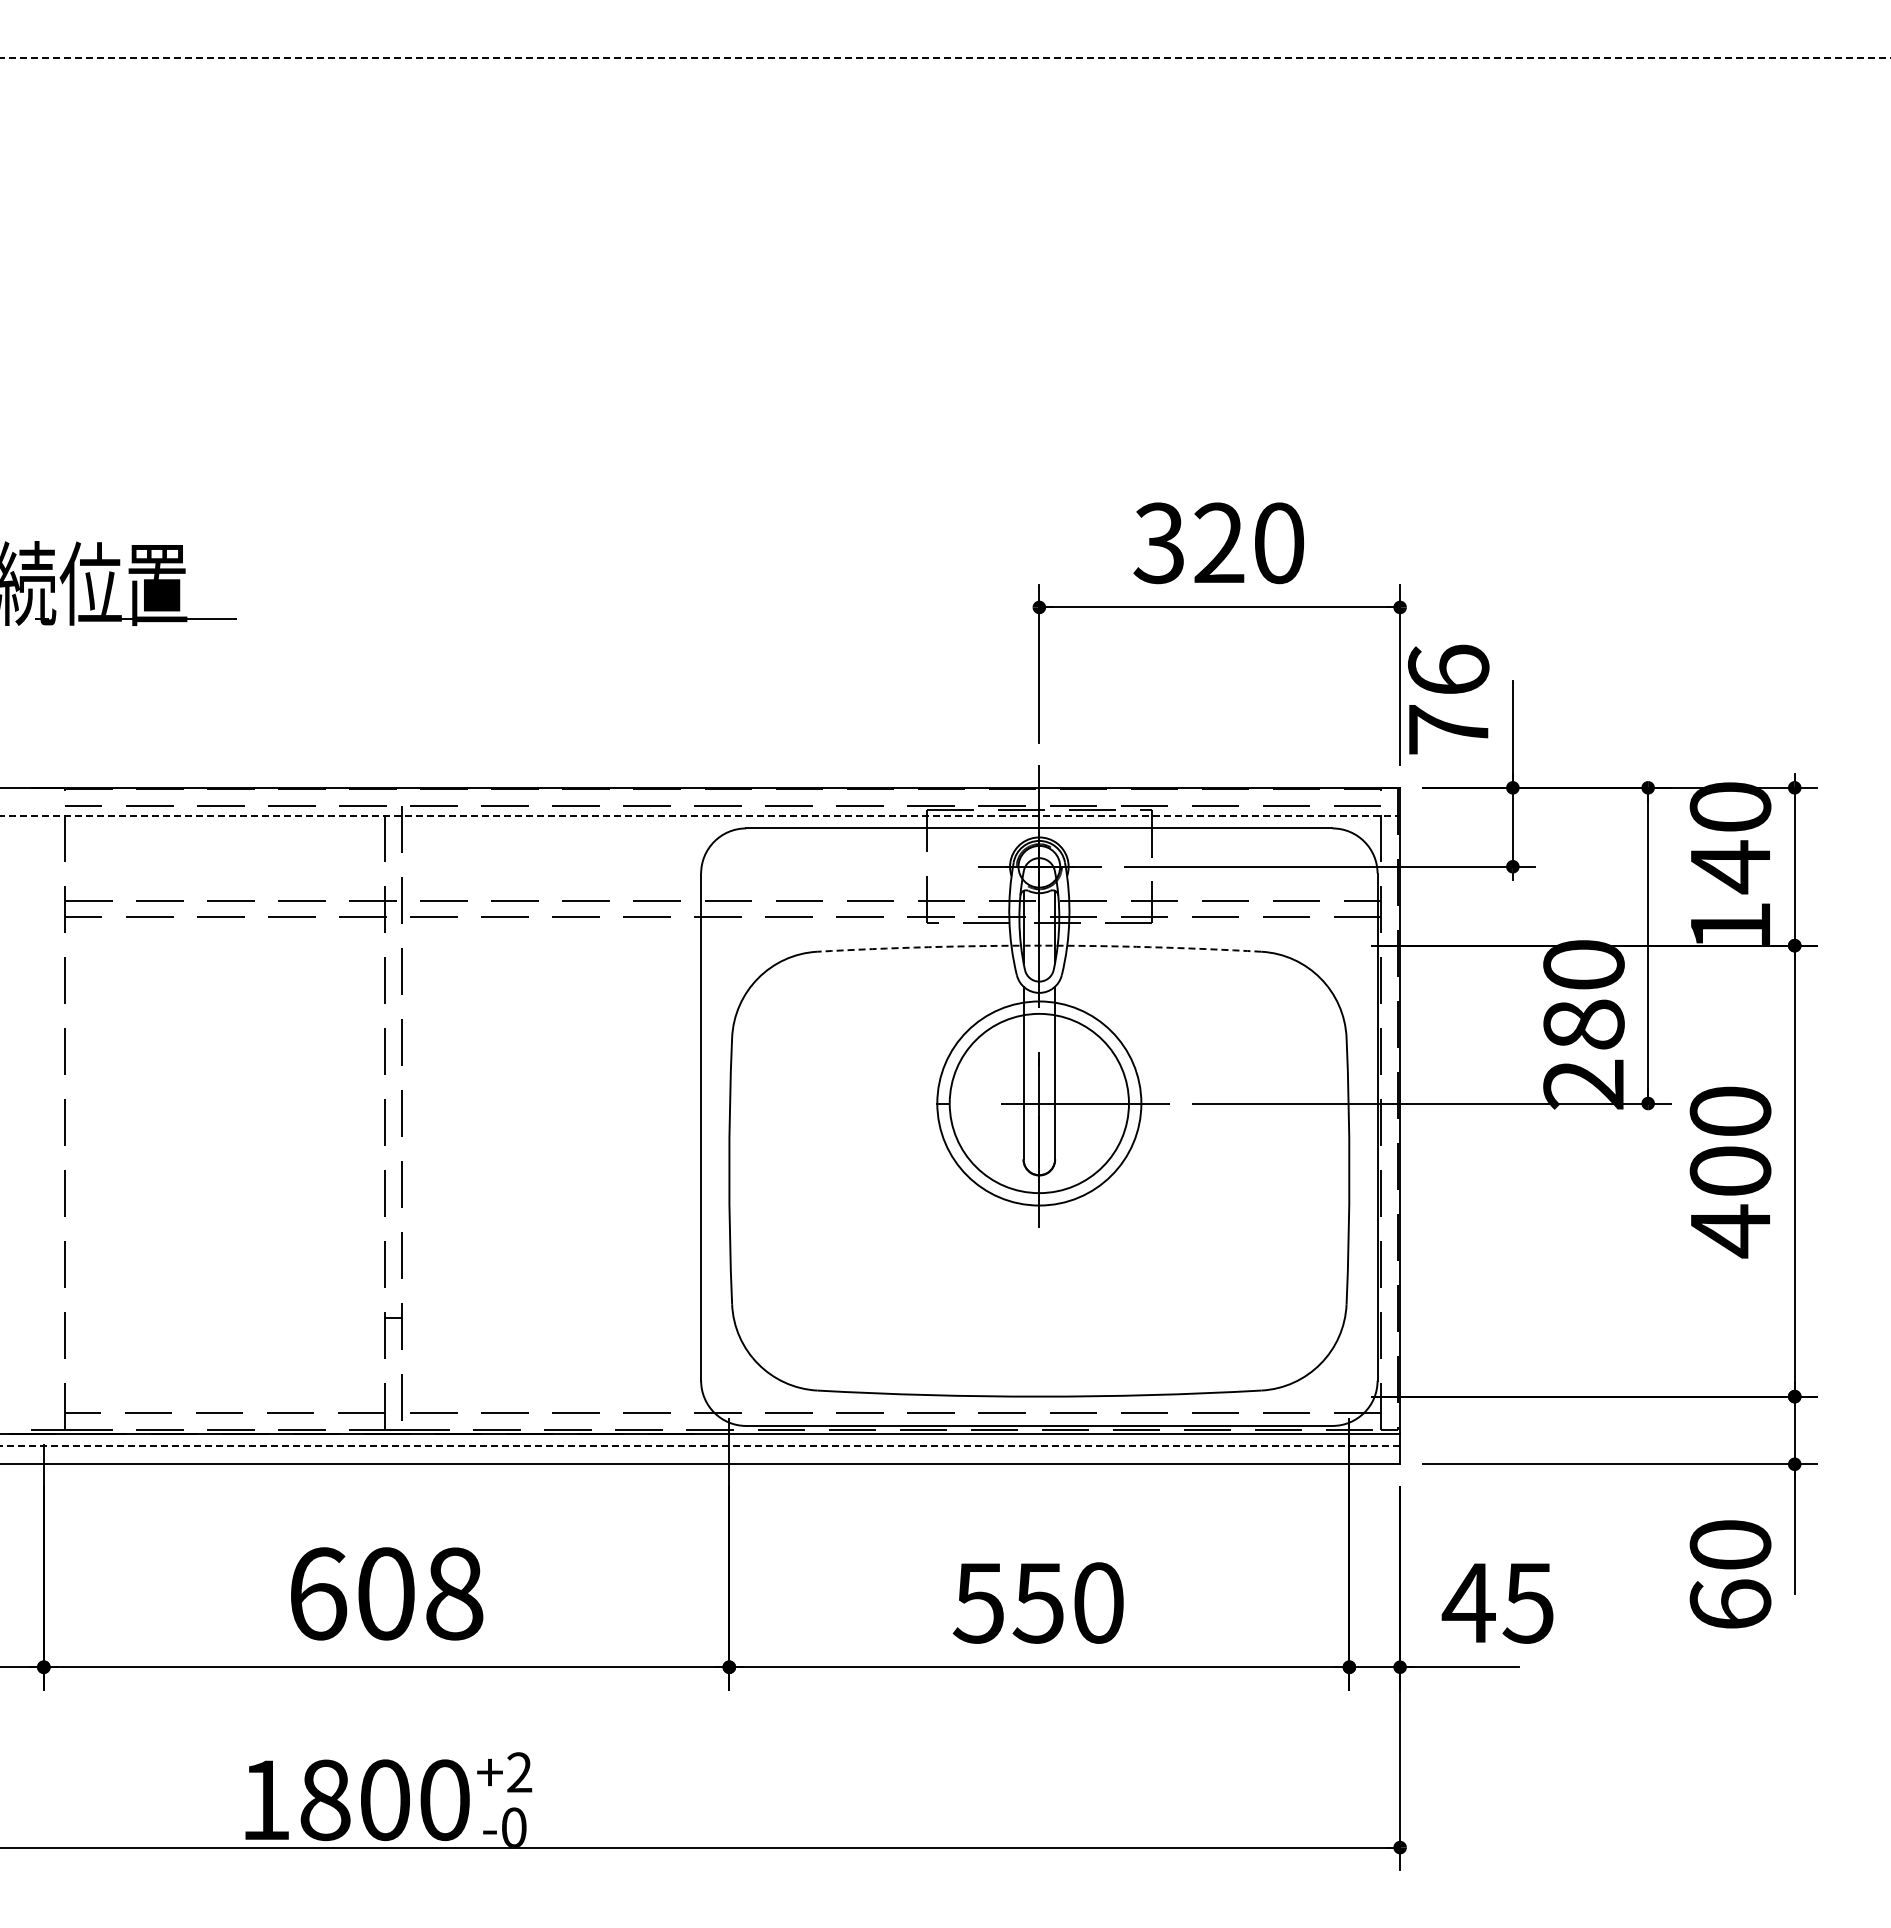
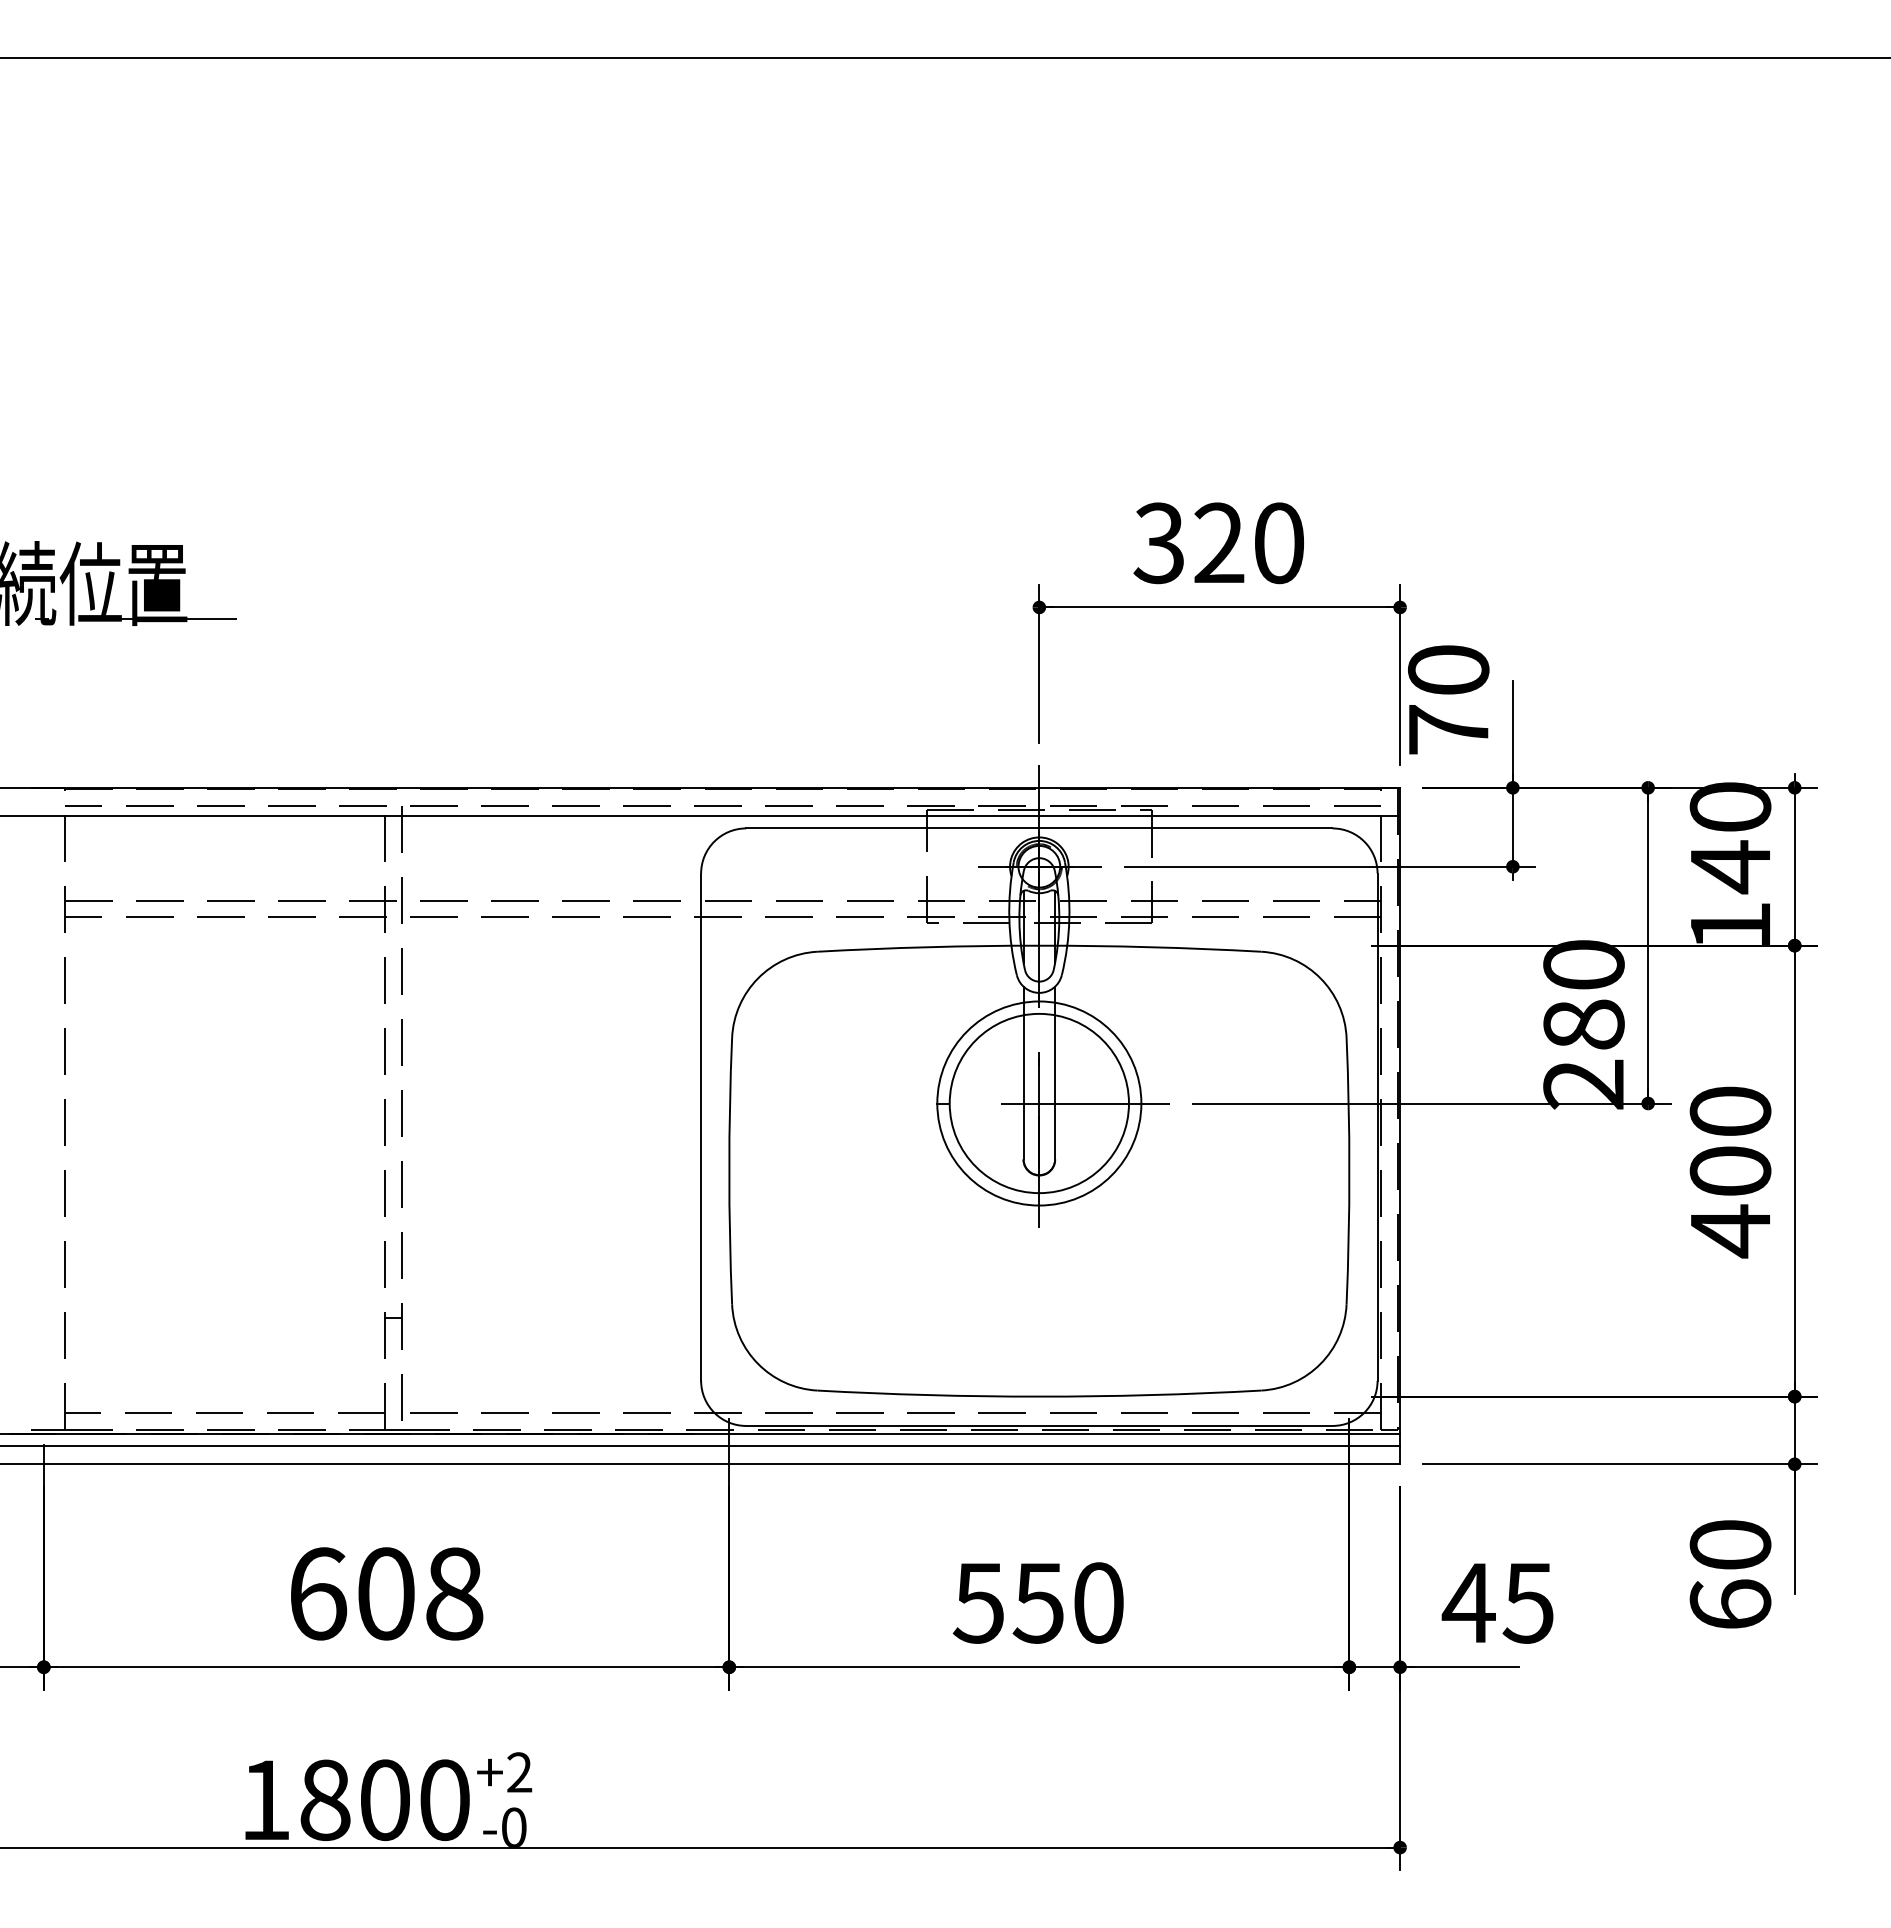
line at (946, 57): dashed -> solid
text at (1448, 669): 76 -> 70
line at (700, 816): dashed -> solid
arc at (1039, 945): dashed -> solid
line at (700, 1445): dashed -> solid
